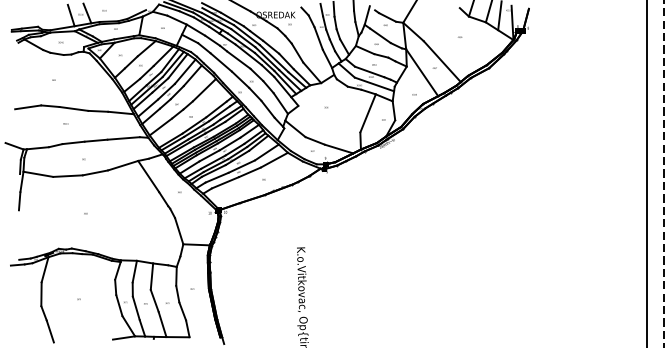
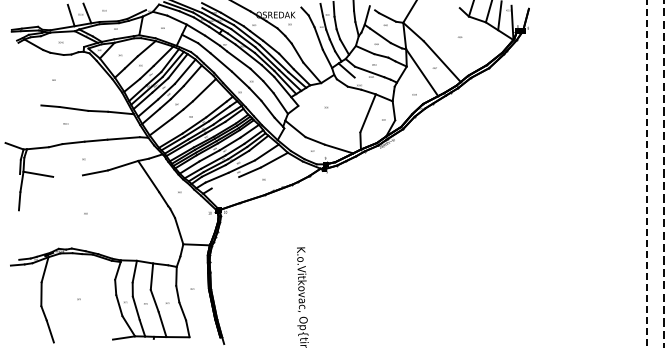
line at (374, 84): present -> none
line at (28, 107): present -> none
line at (646, 173): solid -> dashed
line at (67, 175): present -> none
line at (225, 182): present -> none
